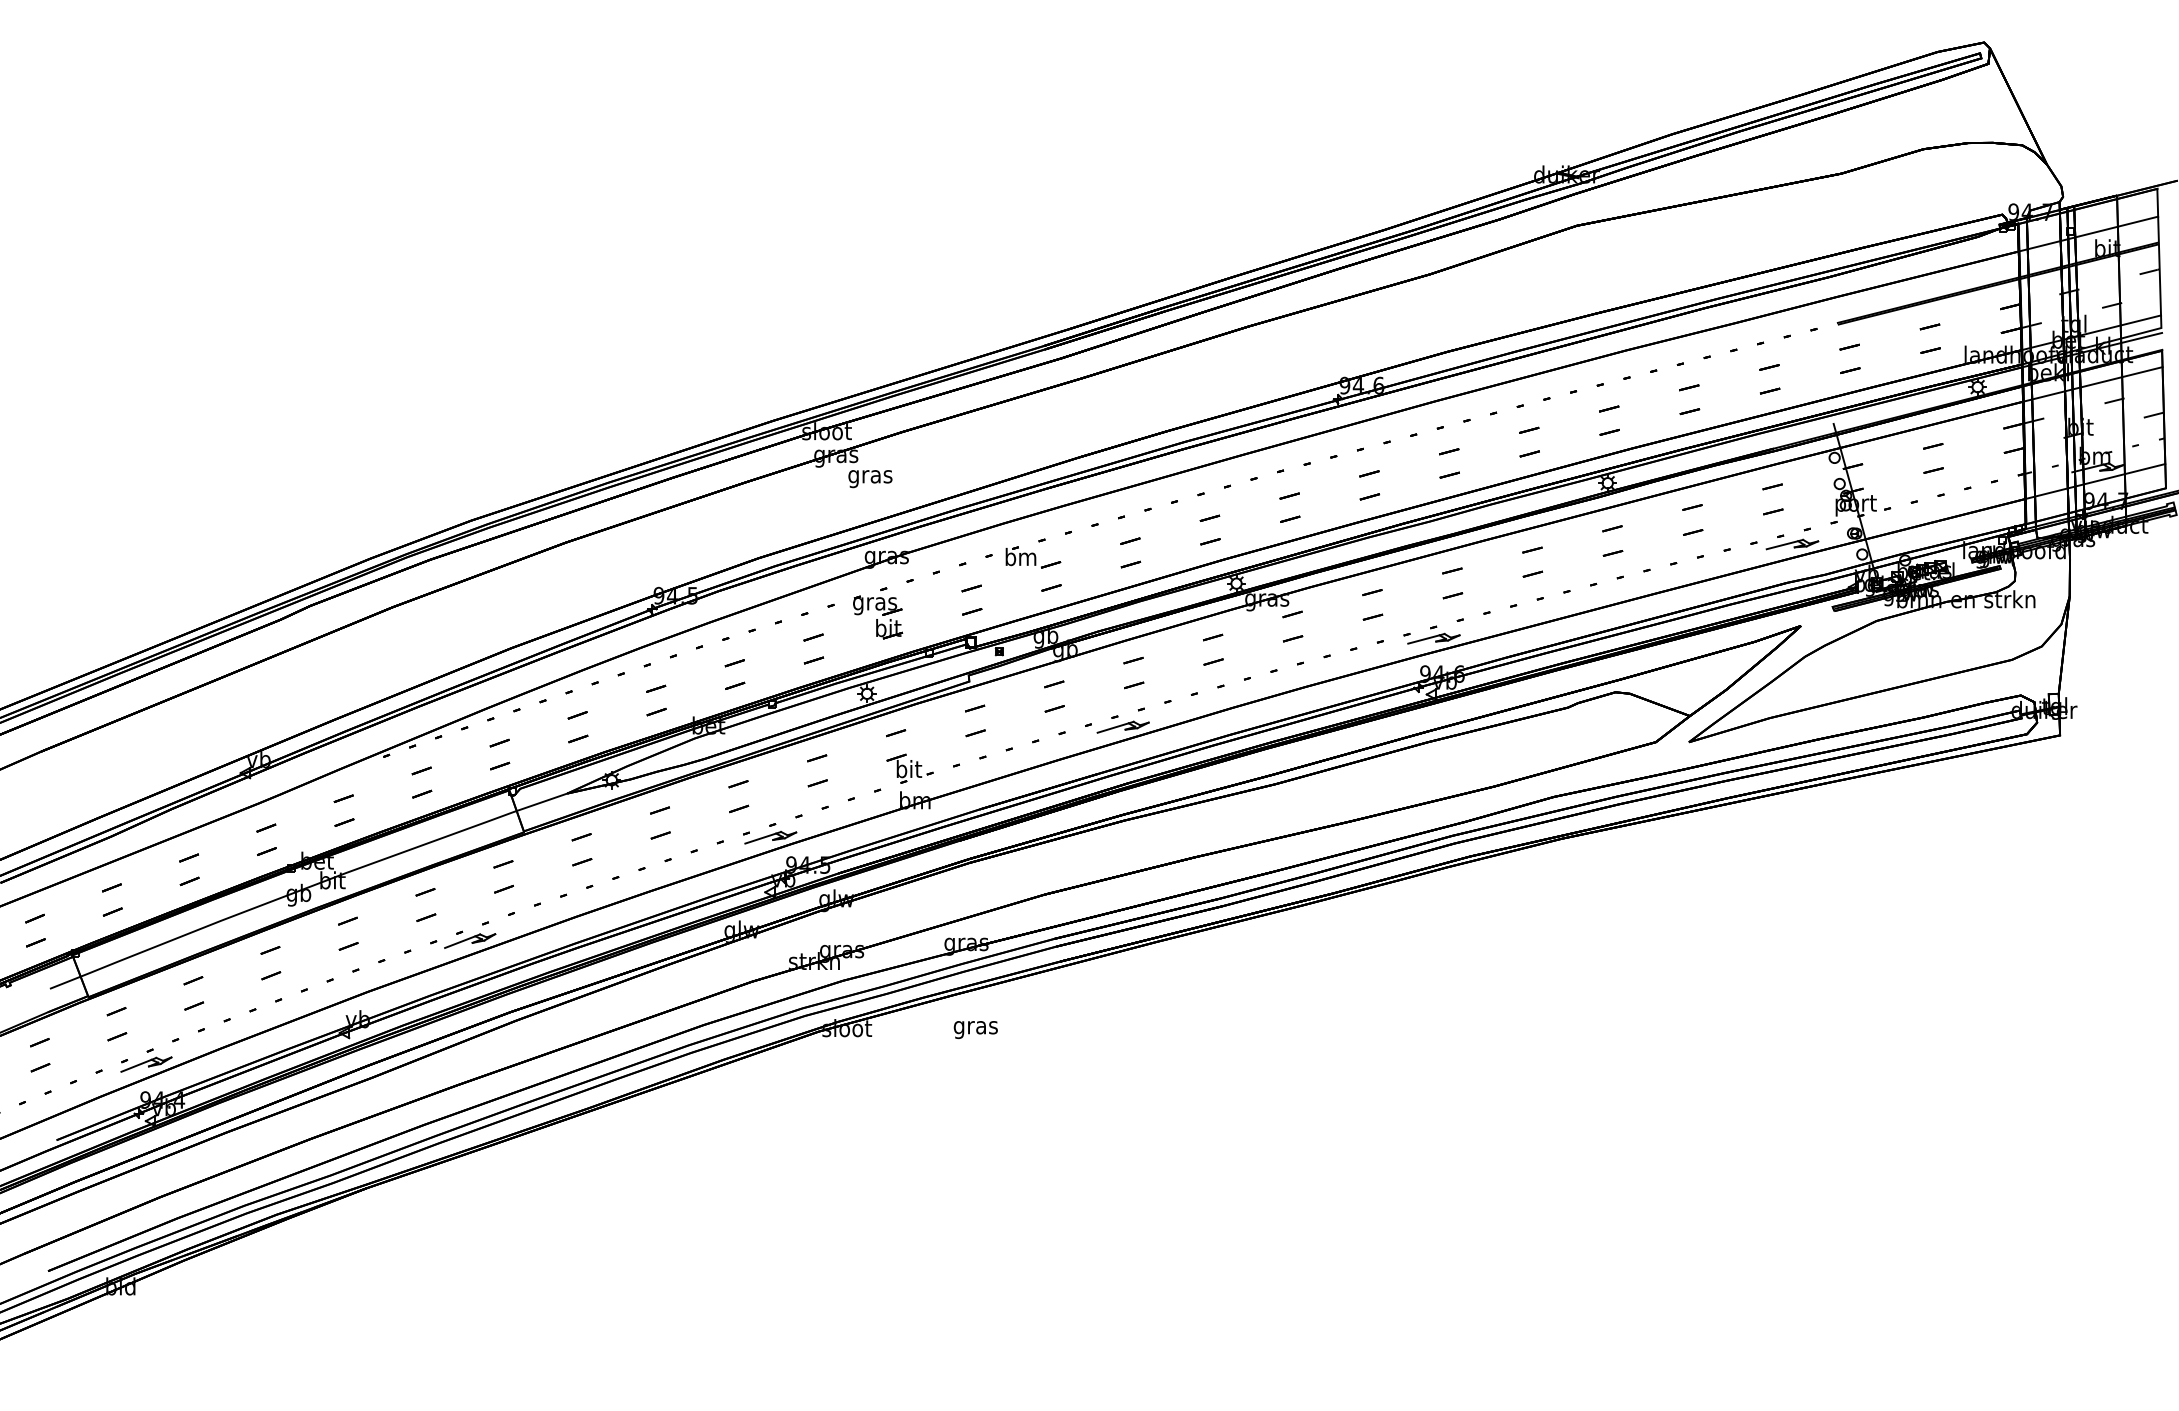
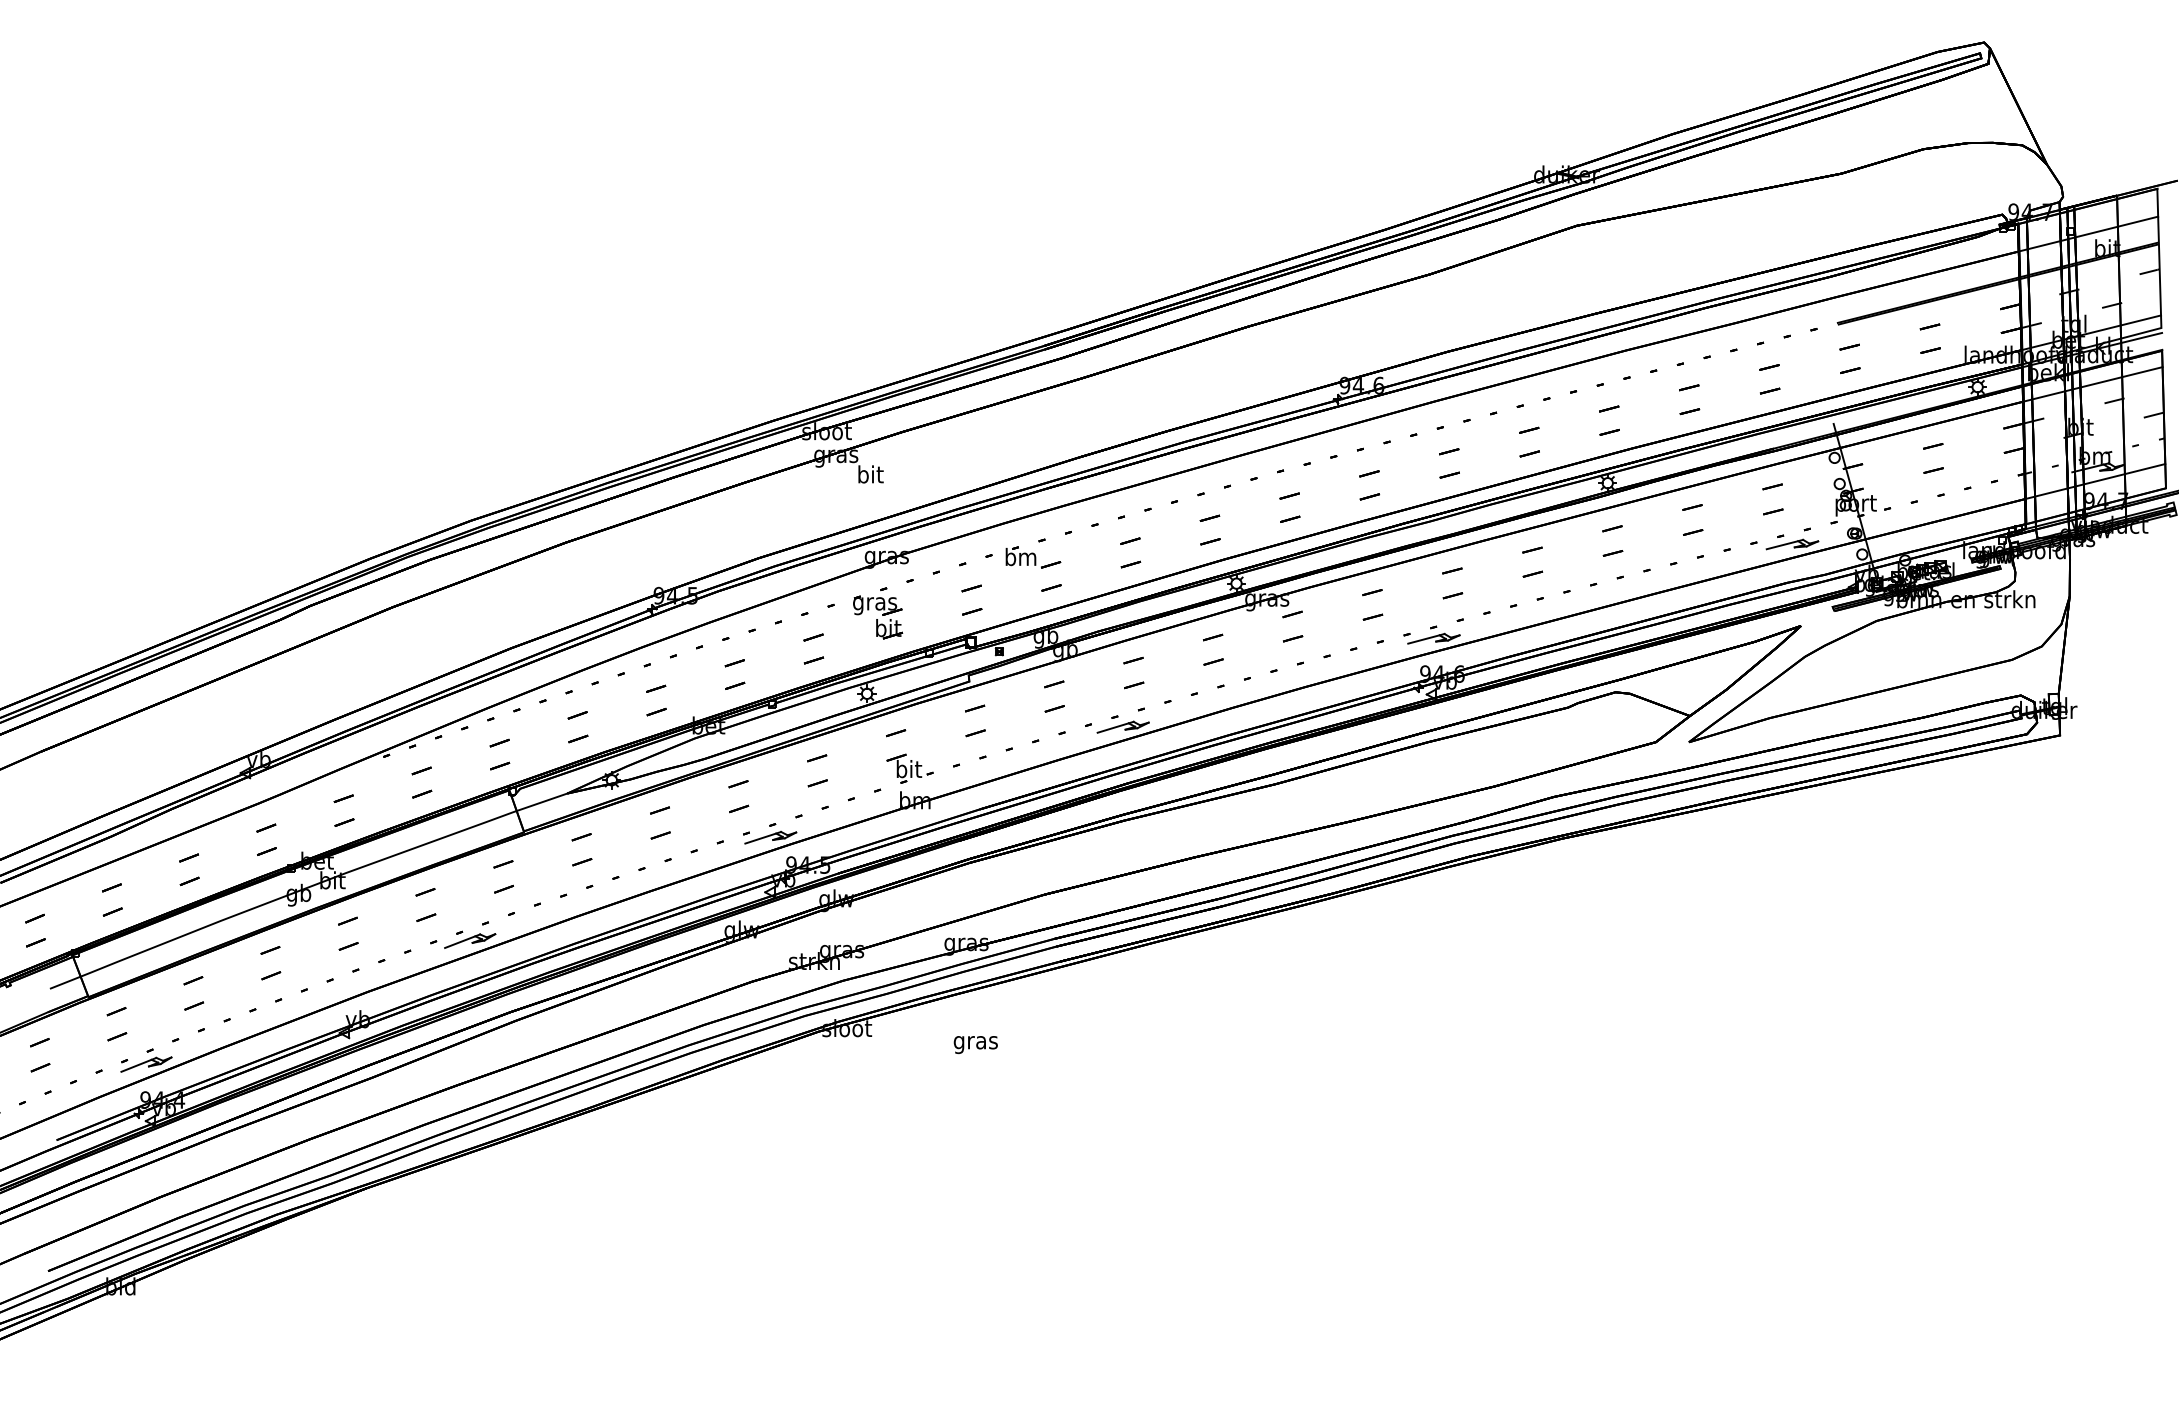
text at (870, 476): gras -> bit
text at (975, 1030) position: (975, 1030) -> (975, 1045)
